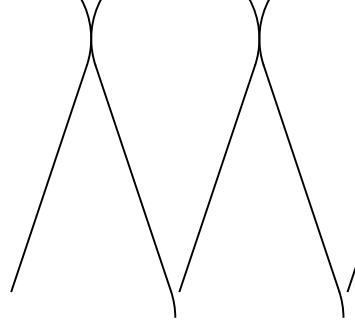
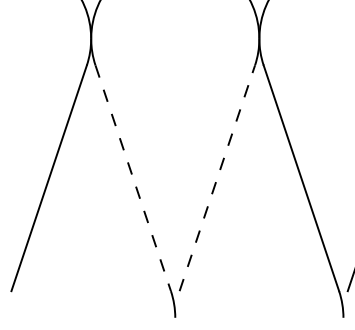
line at (133, 178): solid -> dashed
line at (217, 178): solid -> dashed
